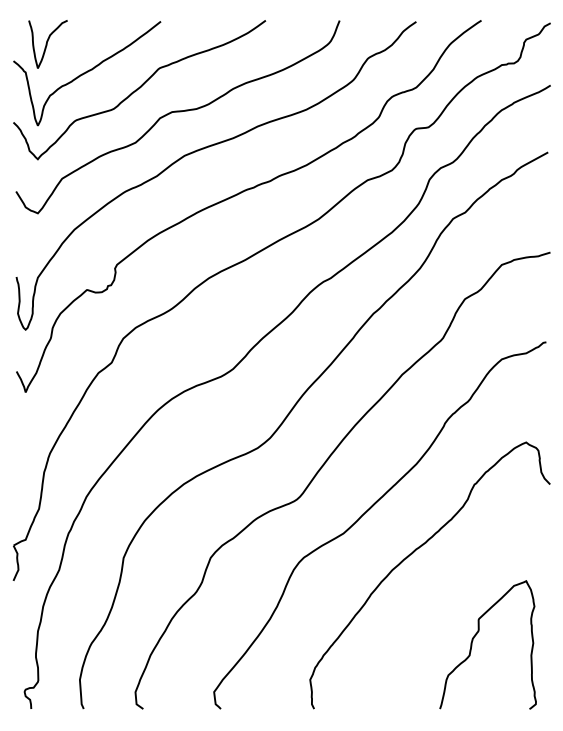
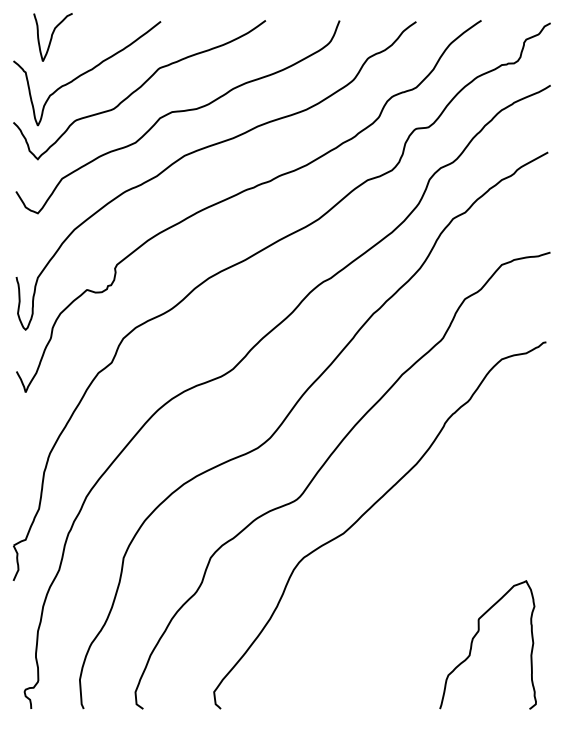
curve at (47, 44) position: (47, 44) -> (52, 37)
curve at (412, 554): present -> none
